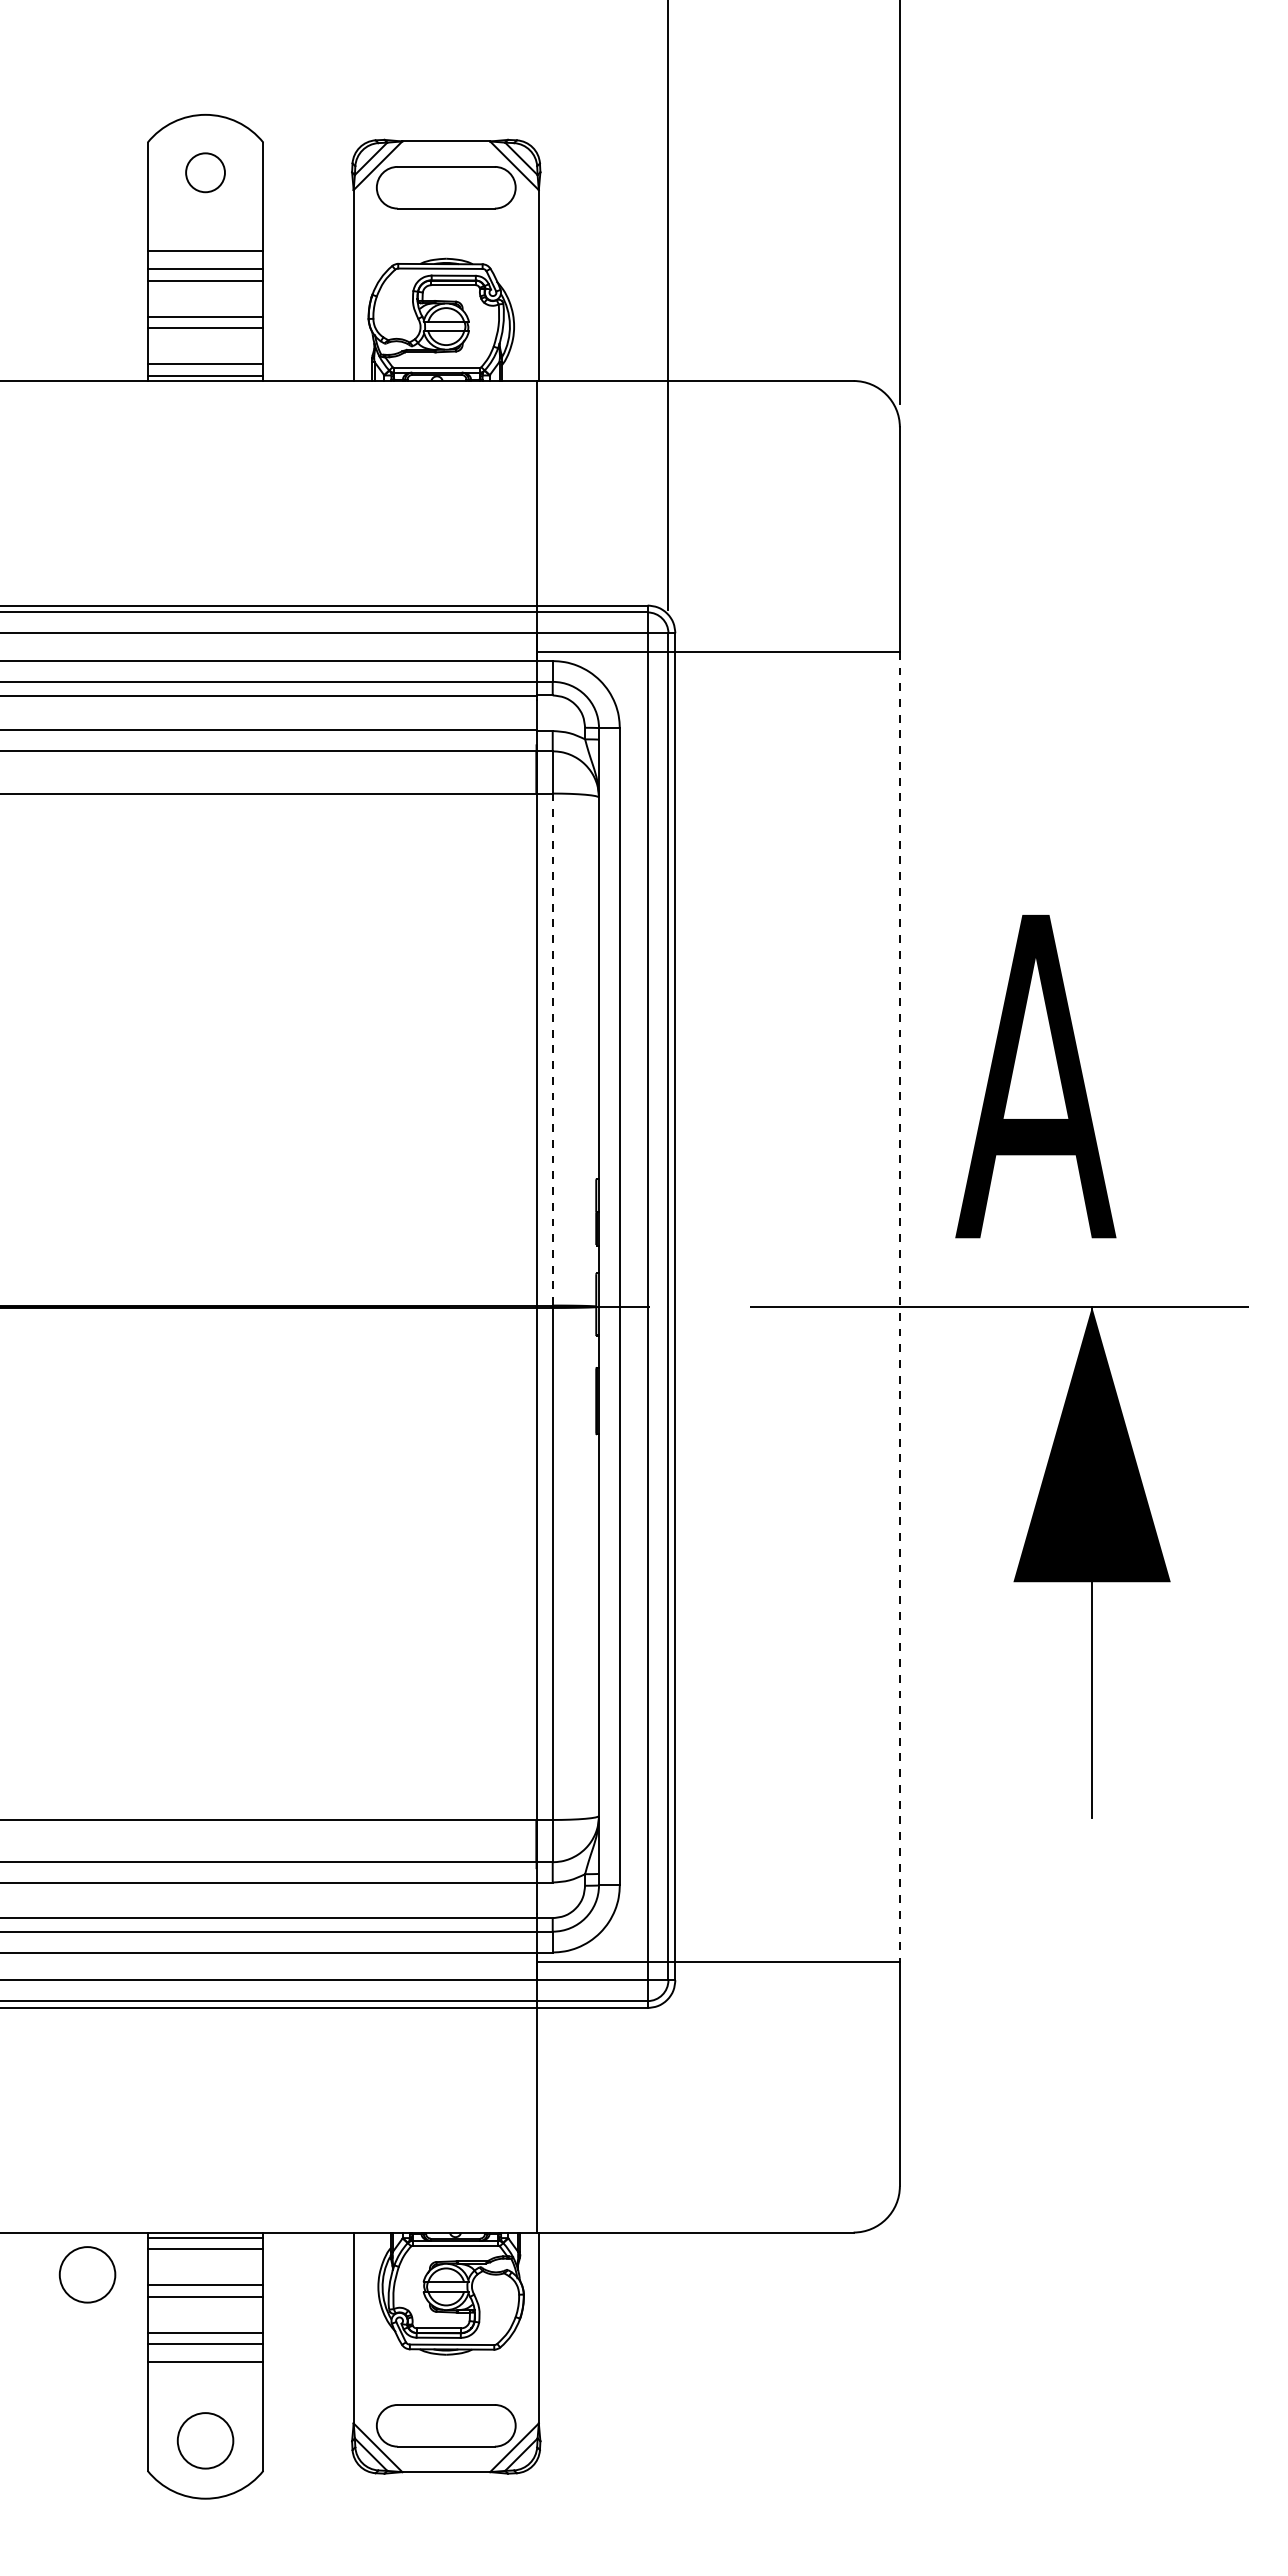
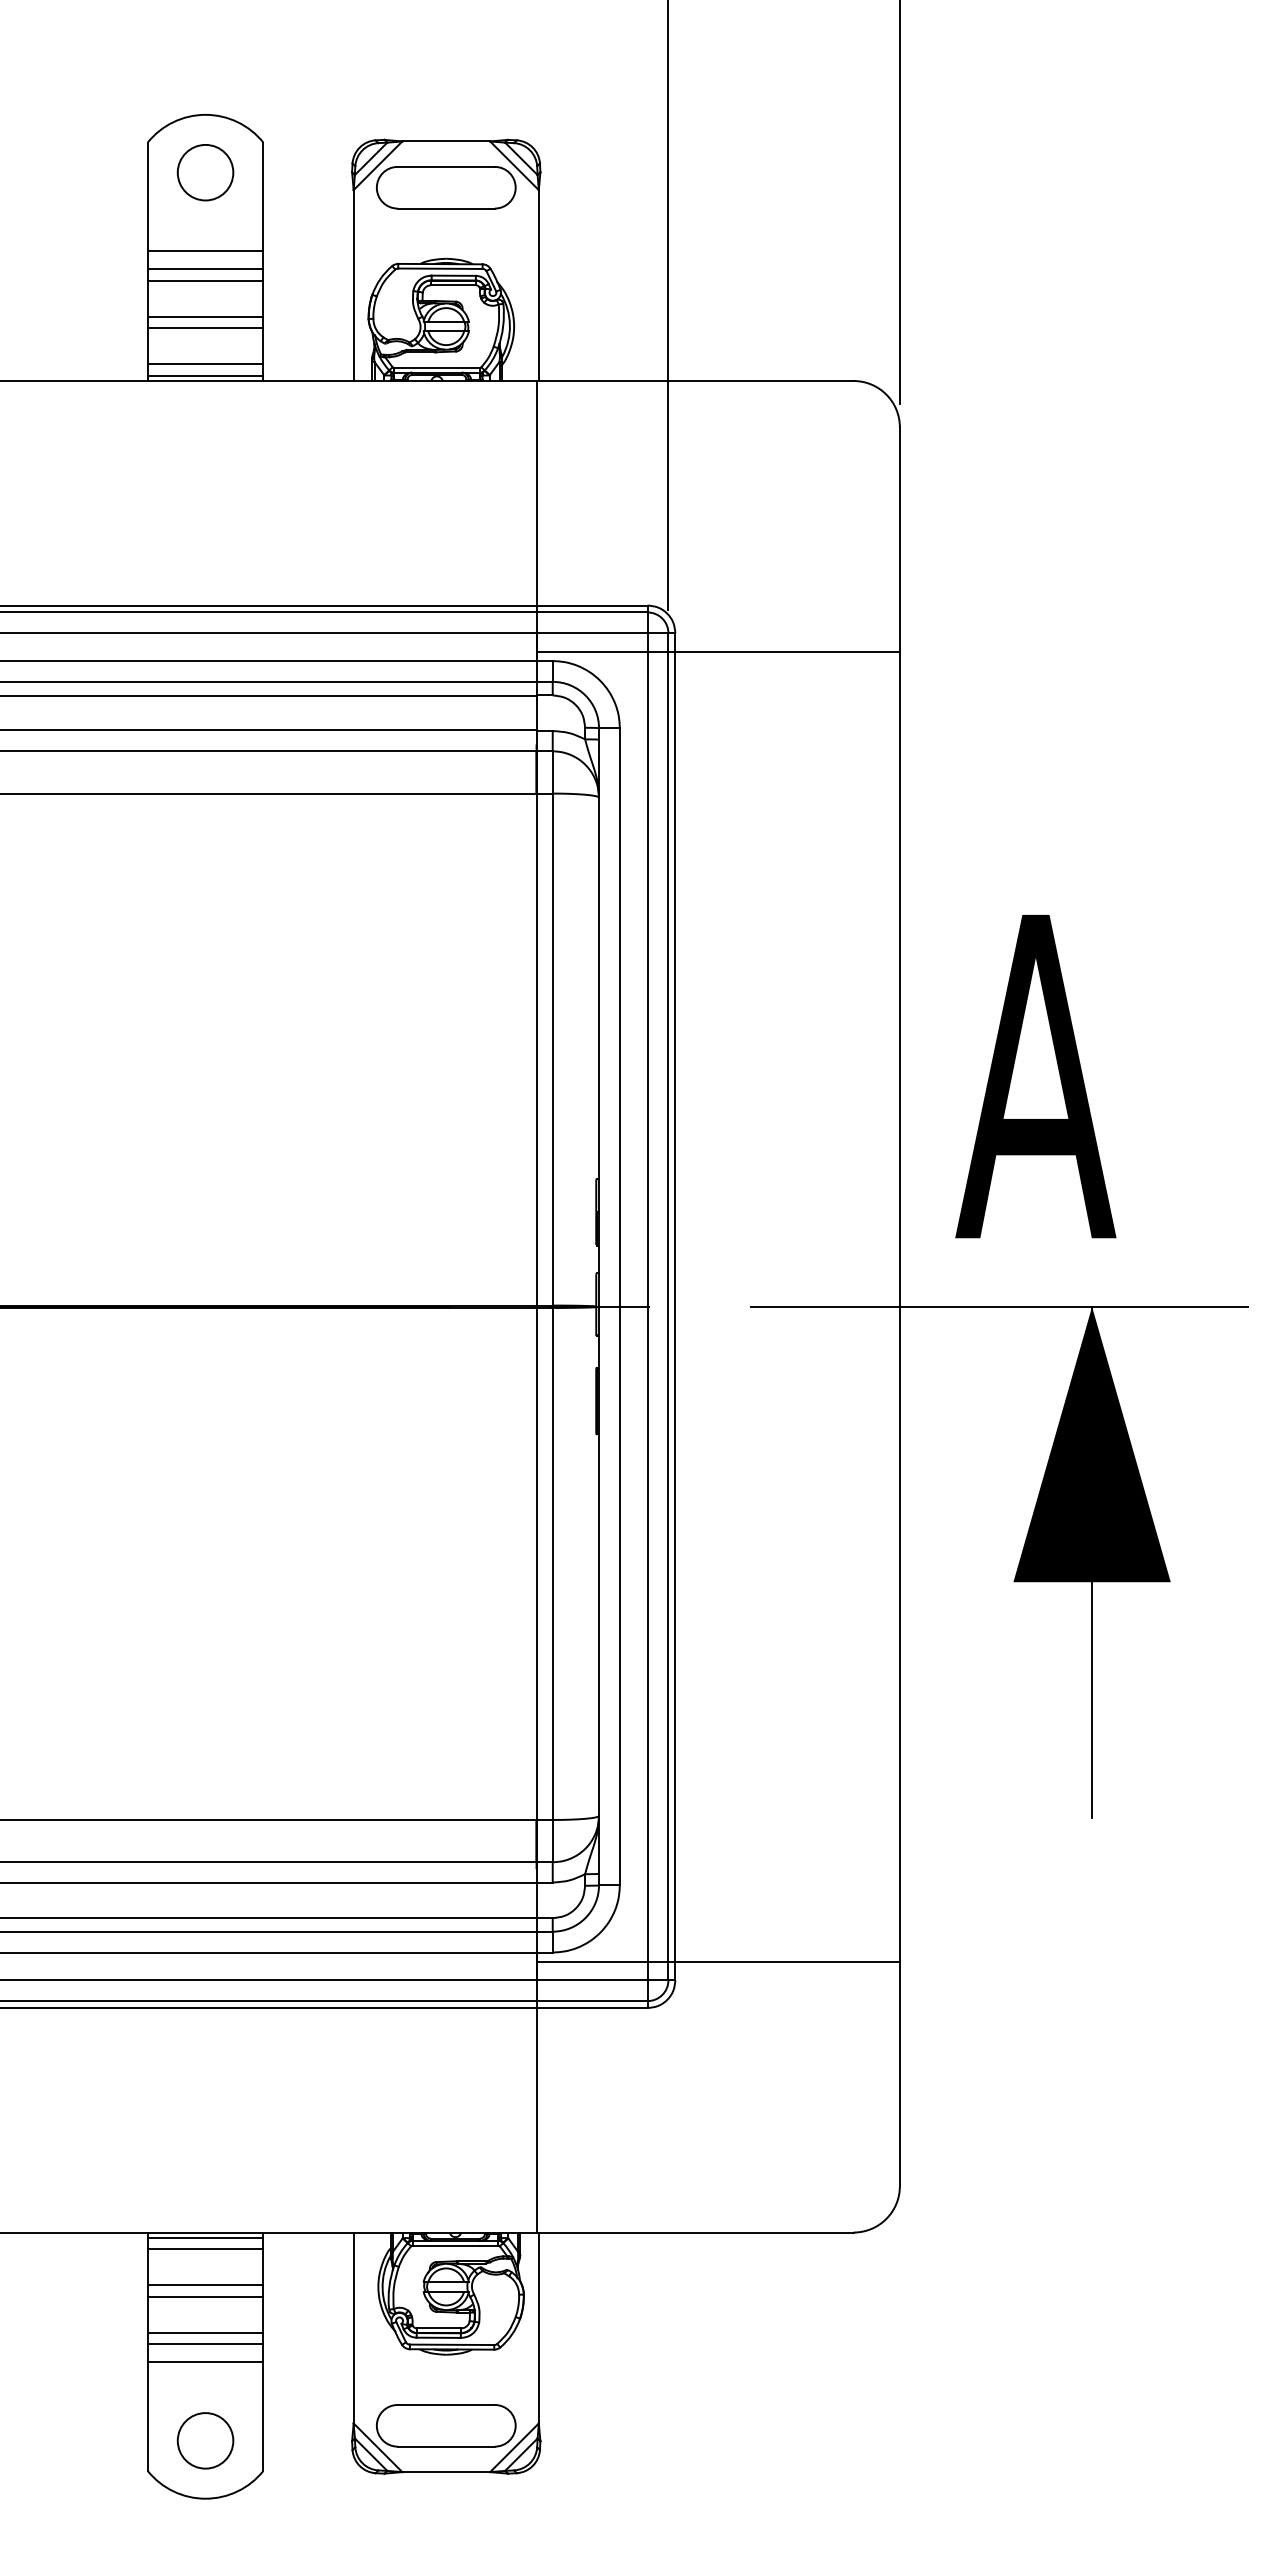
circle at (205, 172) size: 41x42 px -> 59x58 px
line at (552, 1049): dashed -> solid
line at (899, 1306): dashed -> solid
circle at (87, 2274): present -> none
